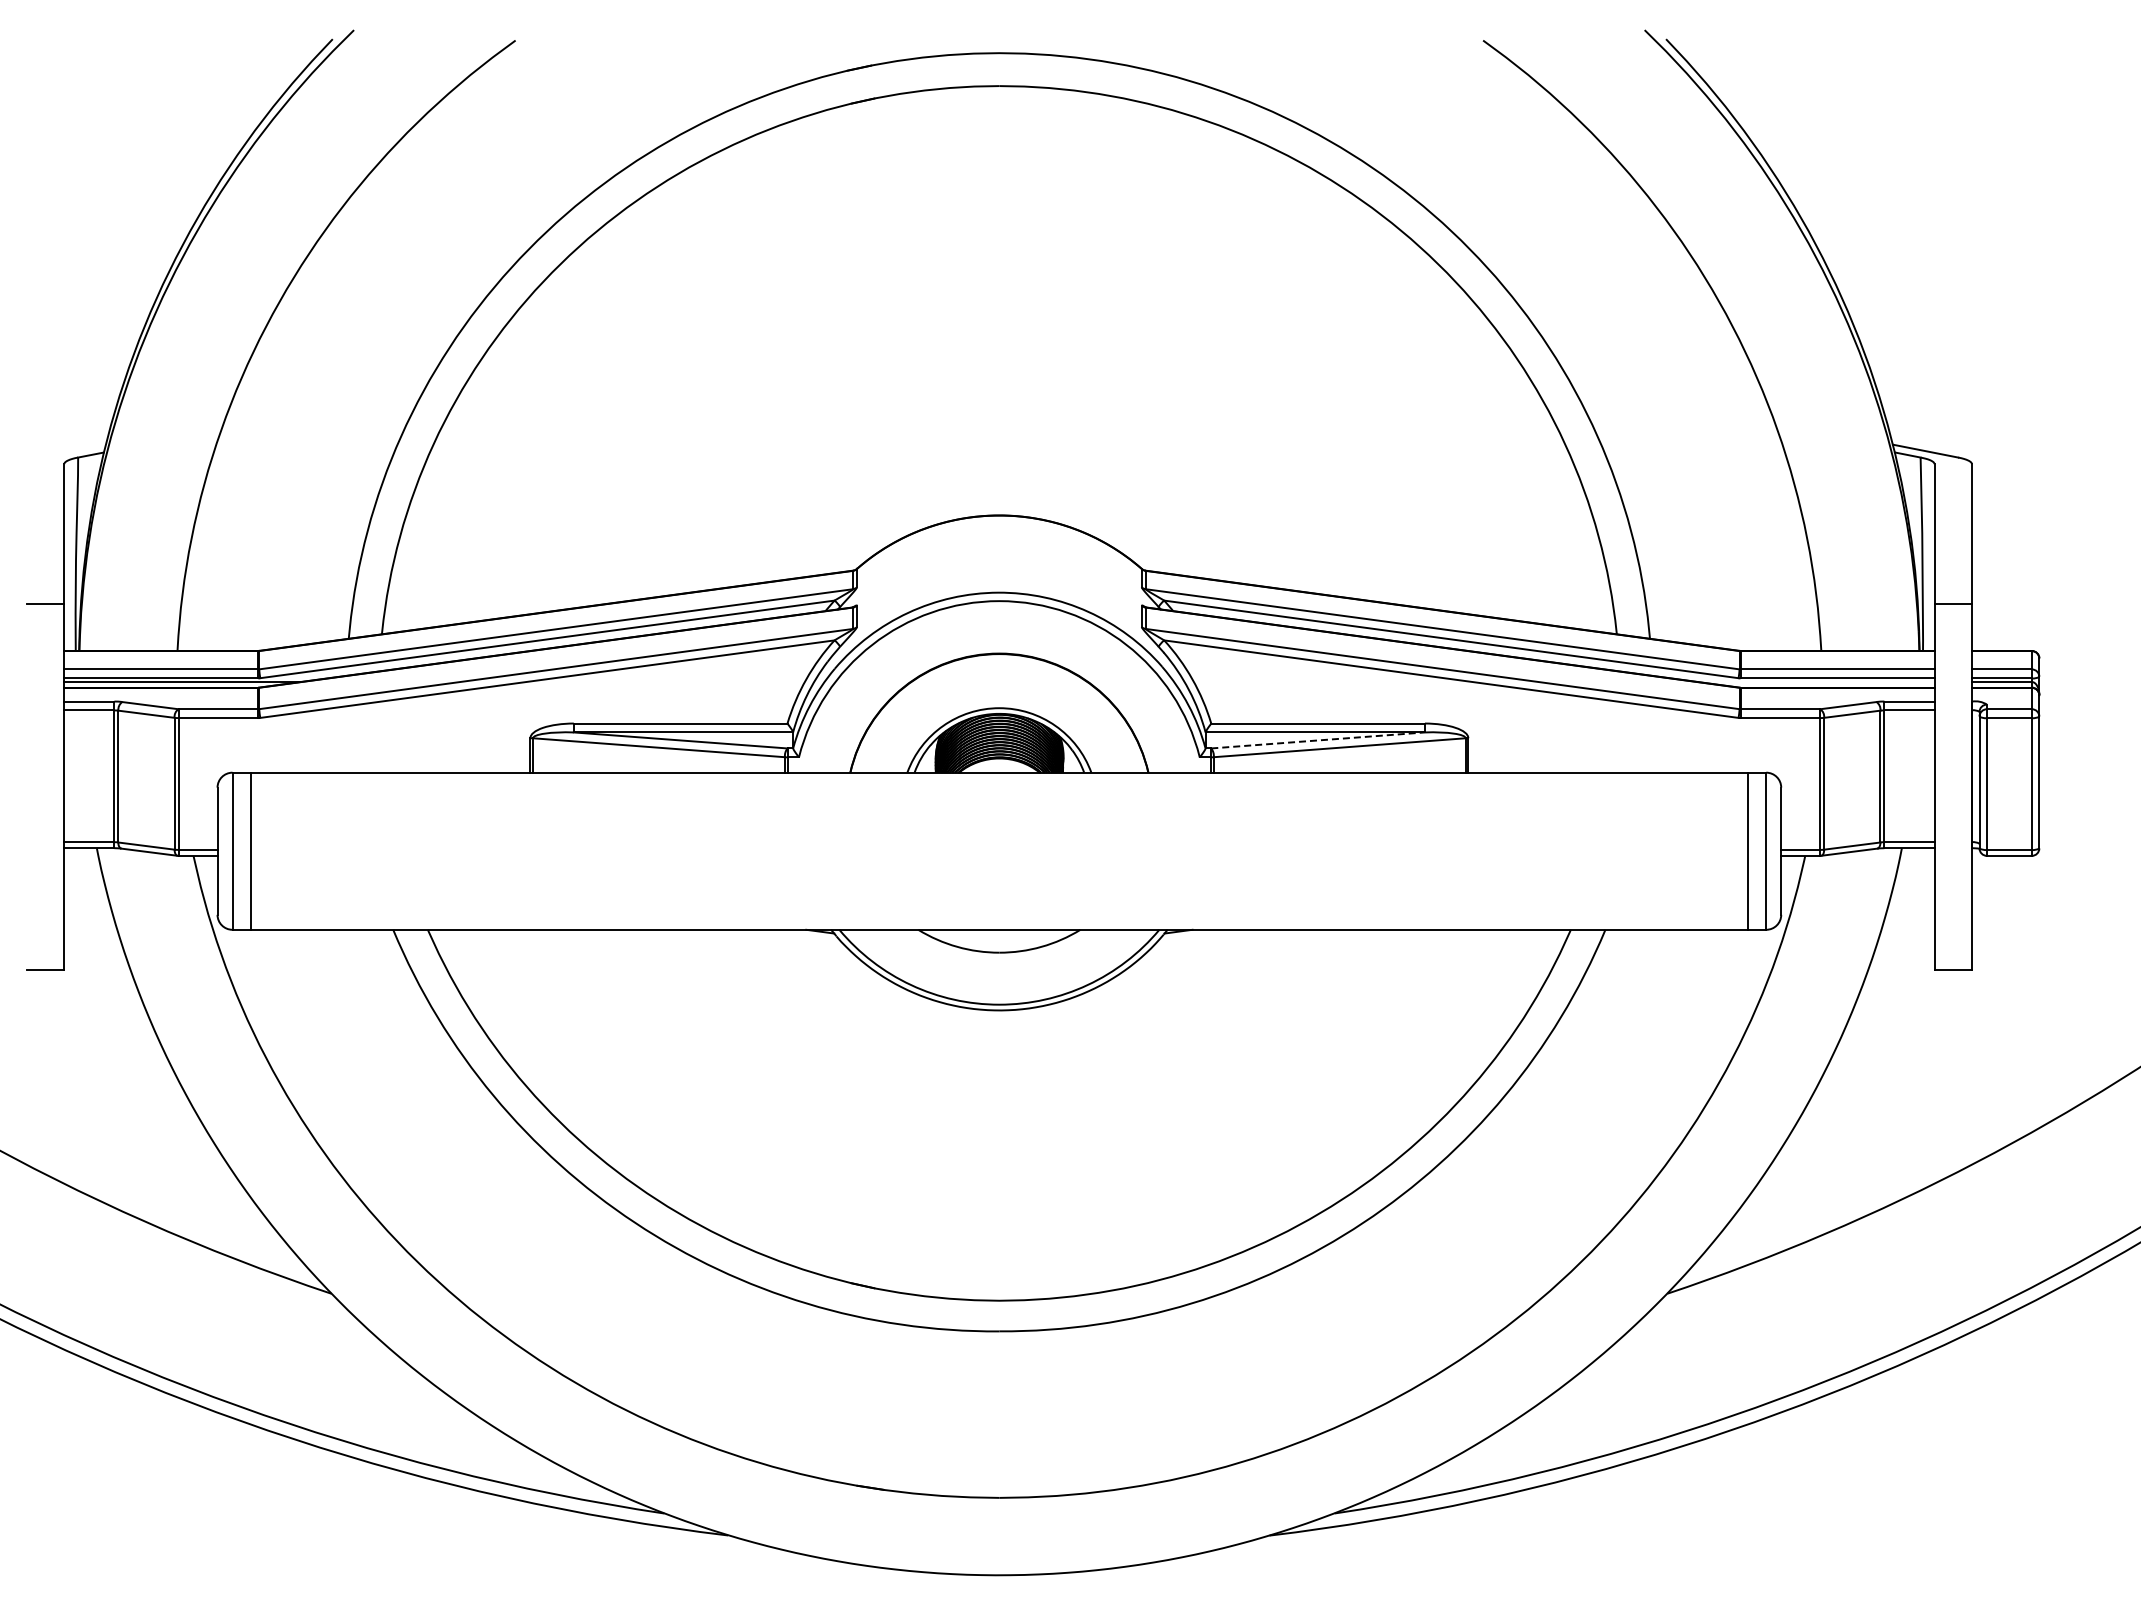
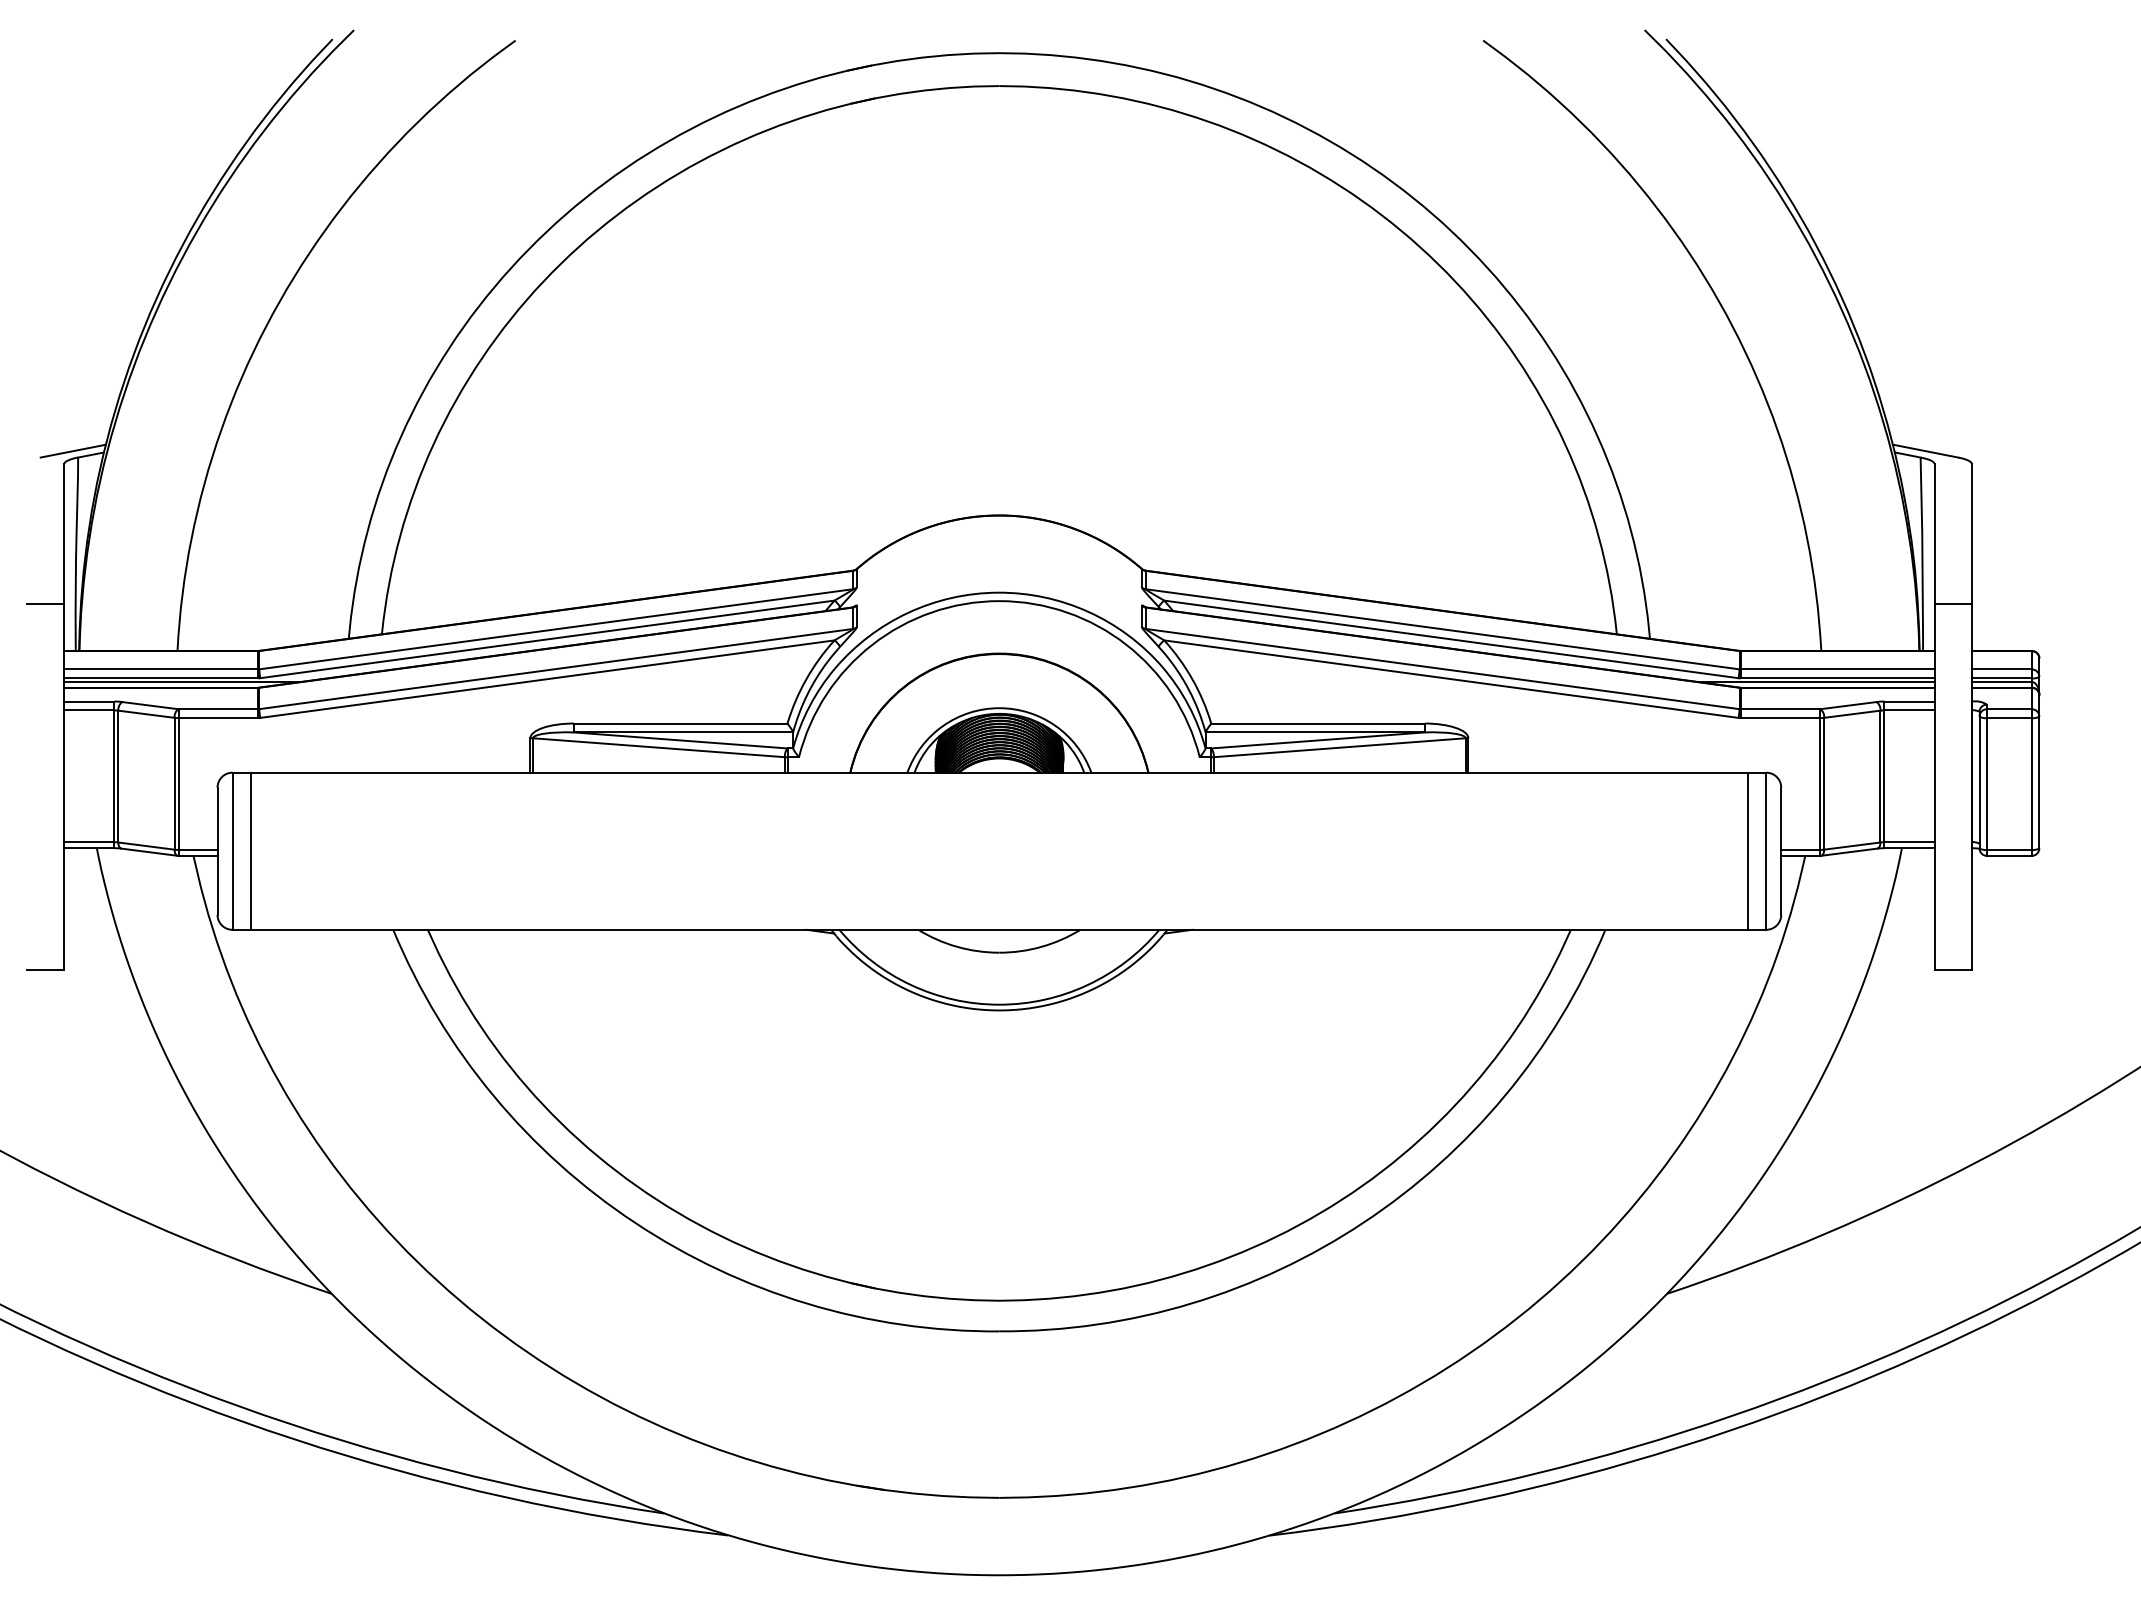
line at (72, 450): none -> present
line at (1816, 682): none -> present
line at (1318, 740): dashed -> solid
